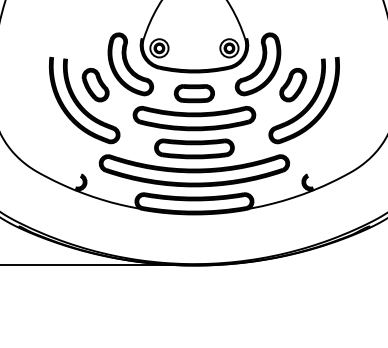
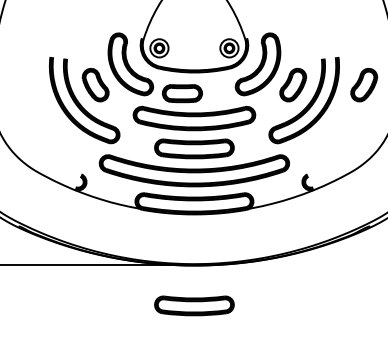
part at (363, 85): none -> present
part at (194, 93) position: (194, 93) -> (182, 93)
part at (194, 305): none -> present
